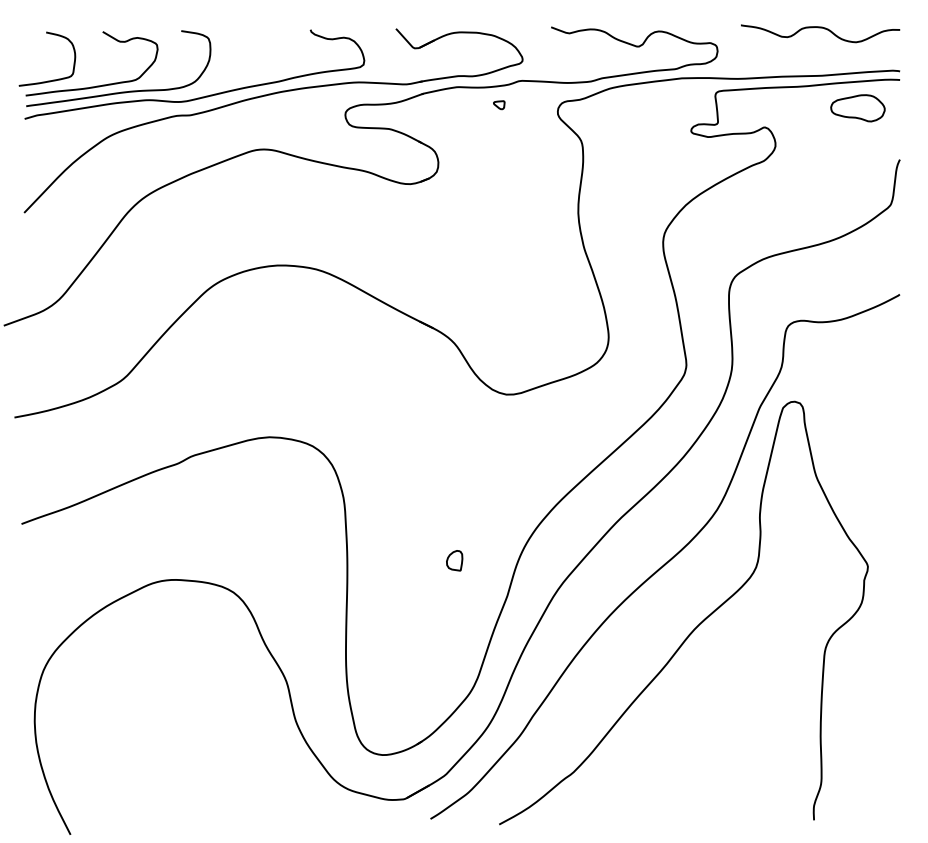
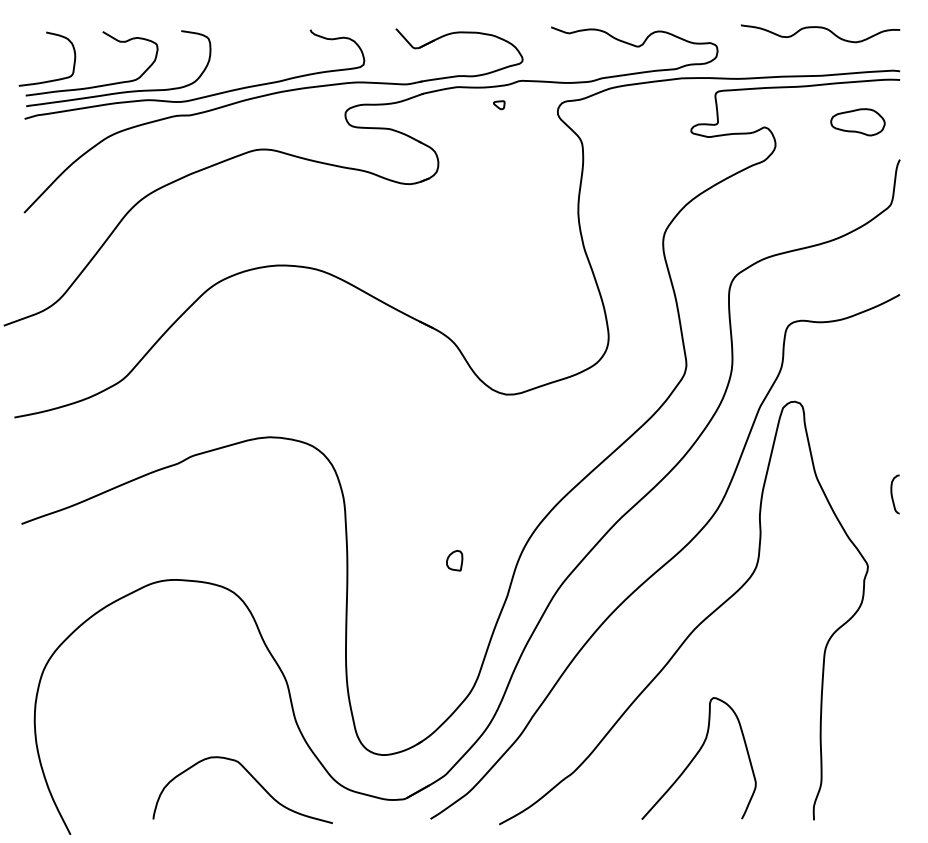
part at (857, 108) position: (857, 108) -> (857, 122)
curve at (892, 494): none -> present
curve at (696, 756): none -> present
curve at (252, 778): none -> present
